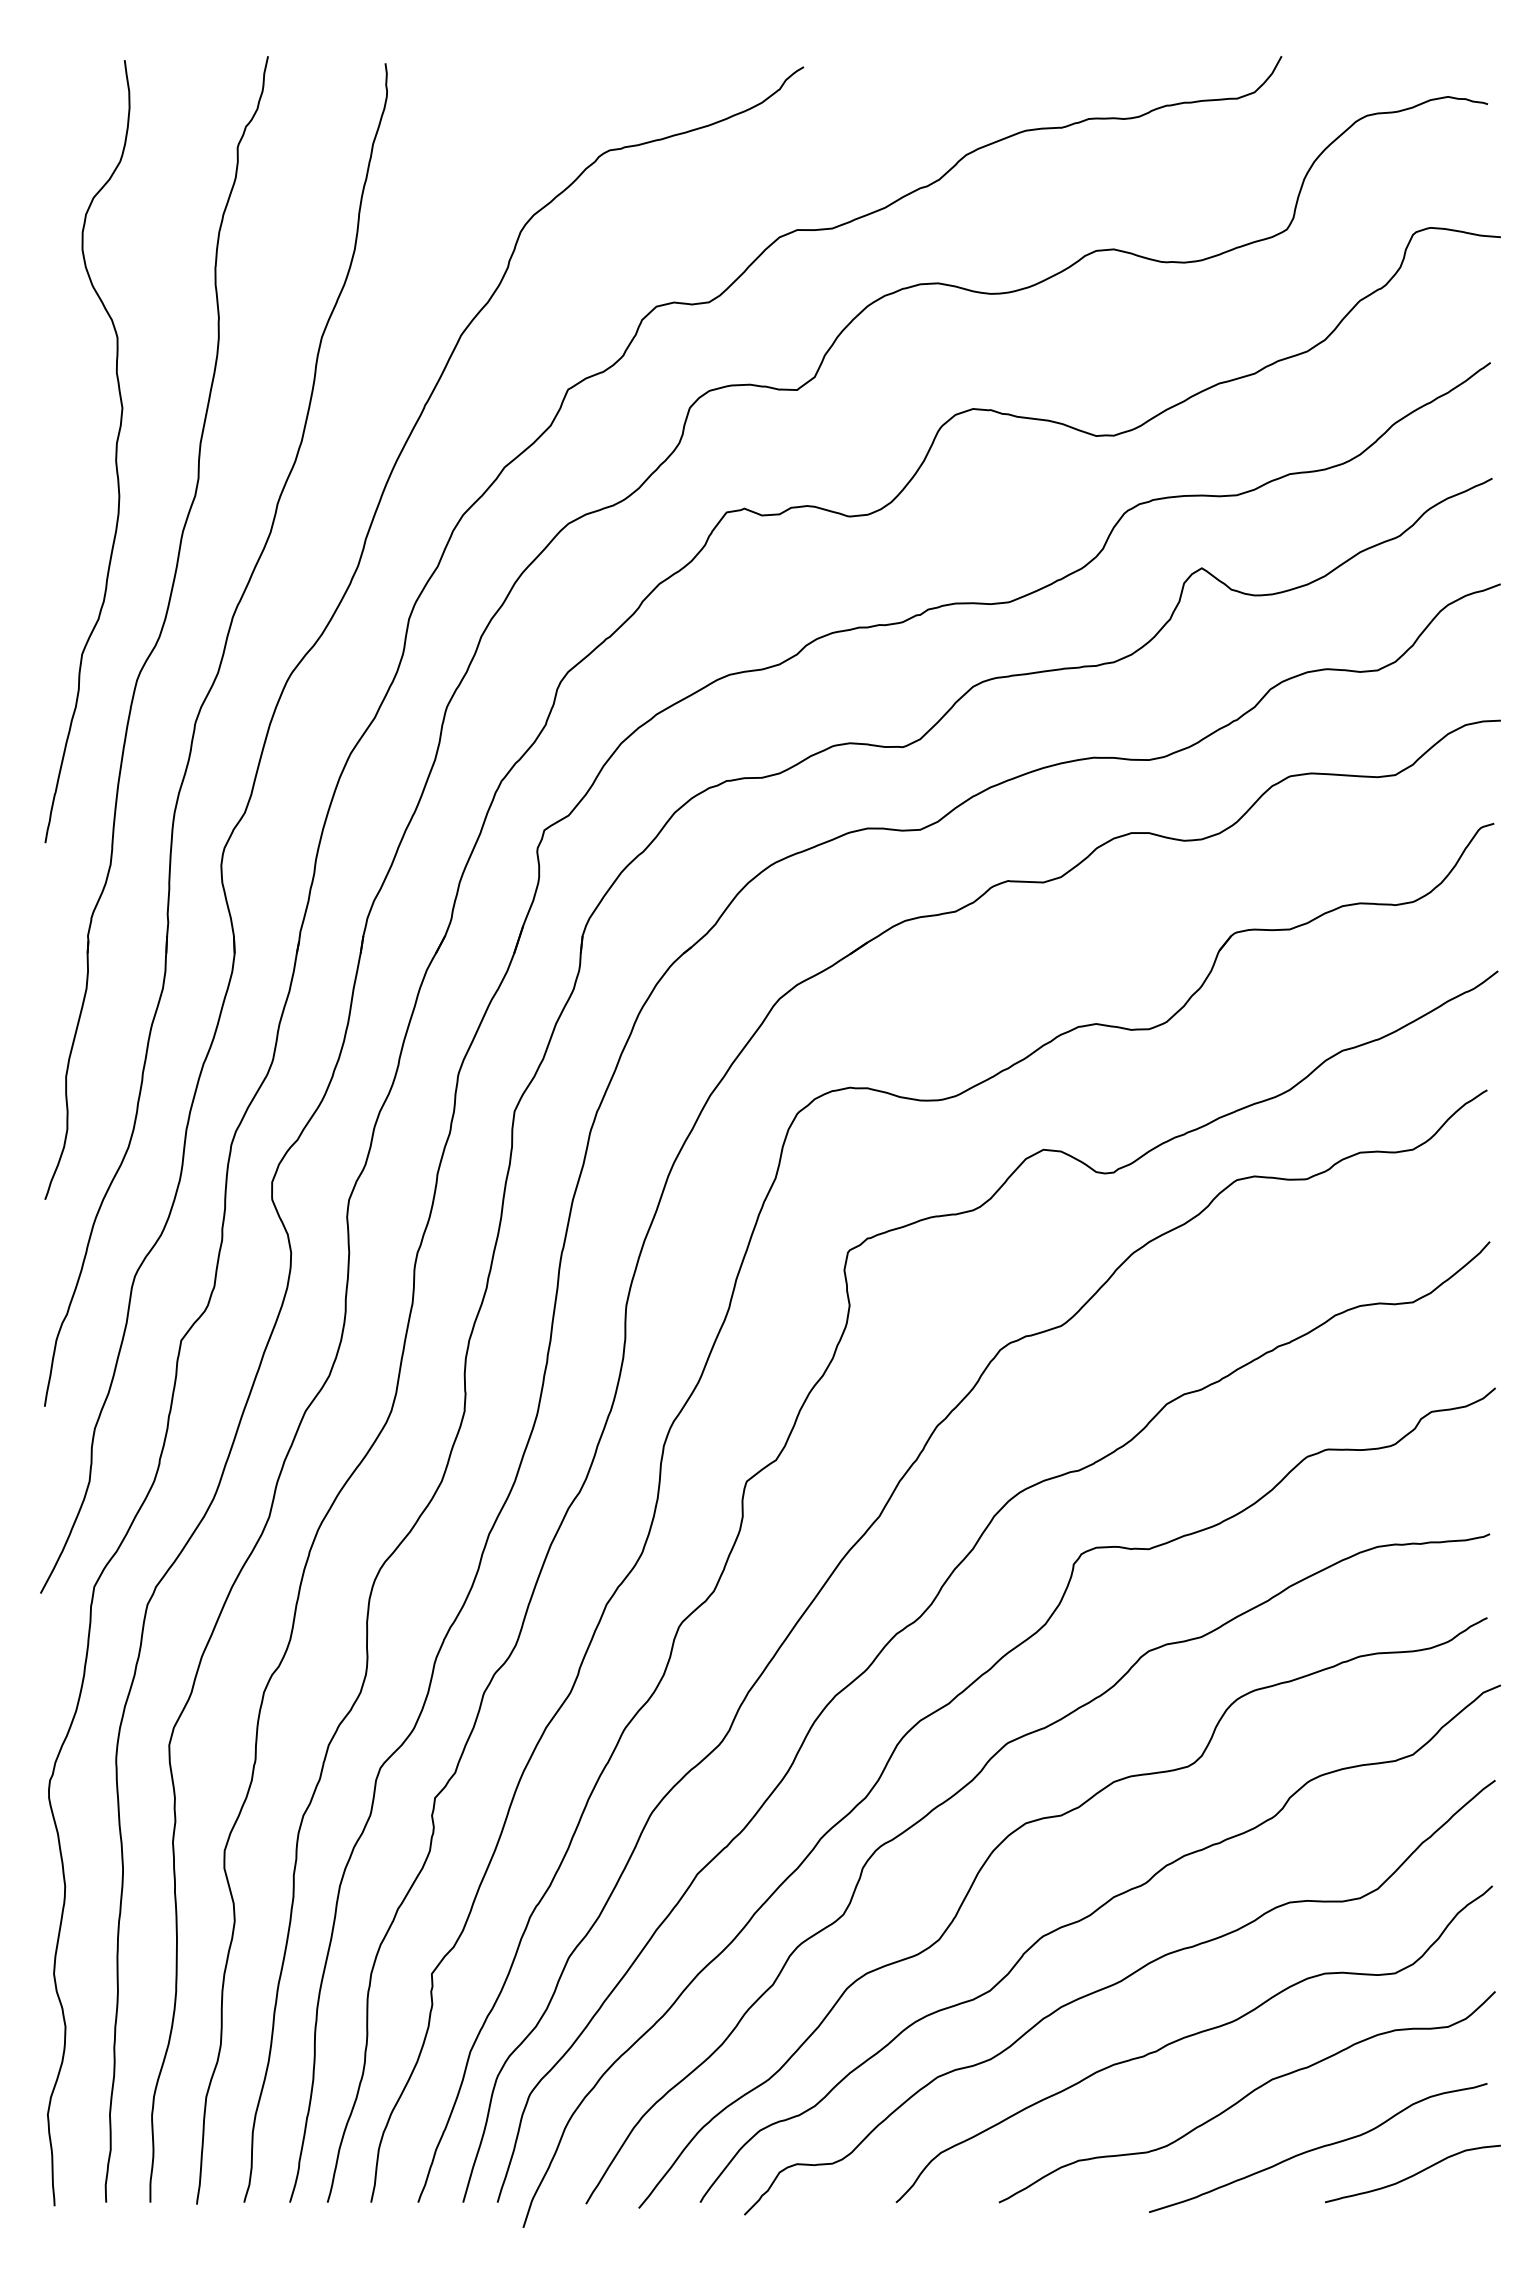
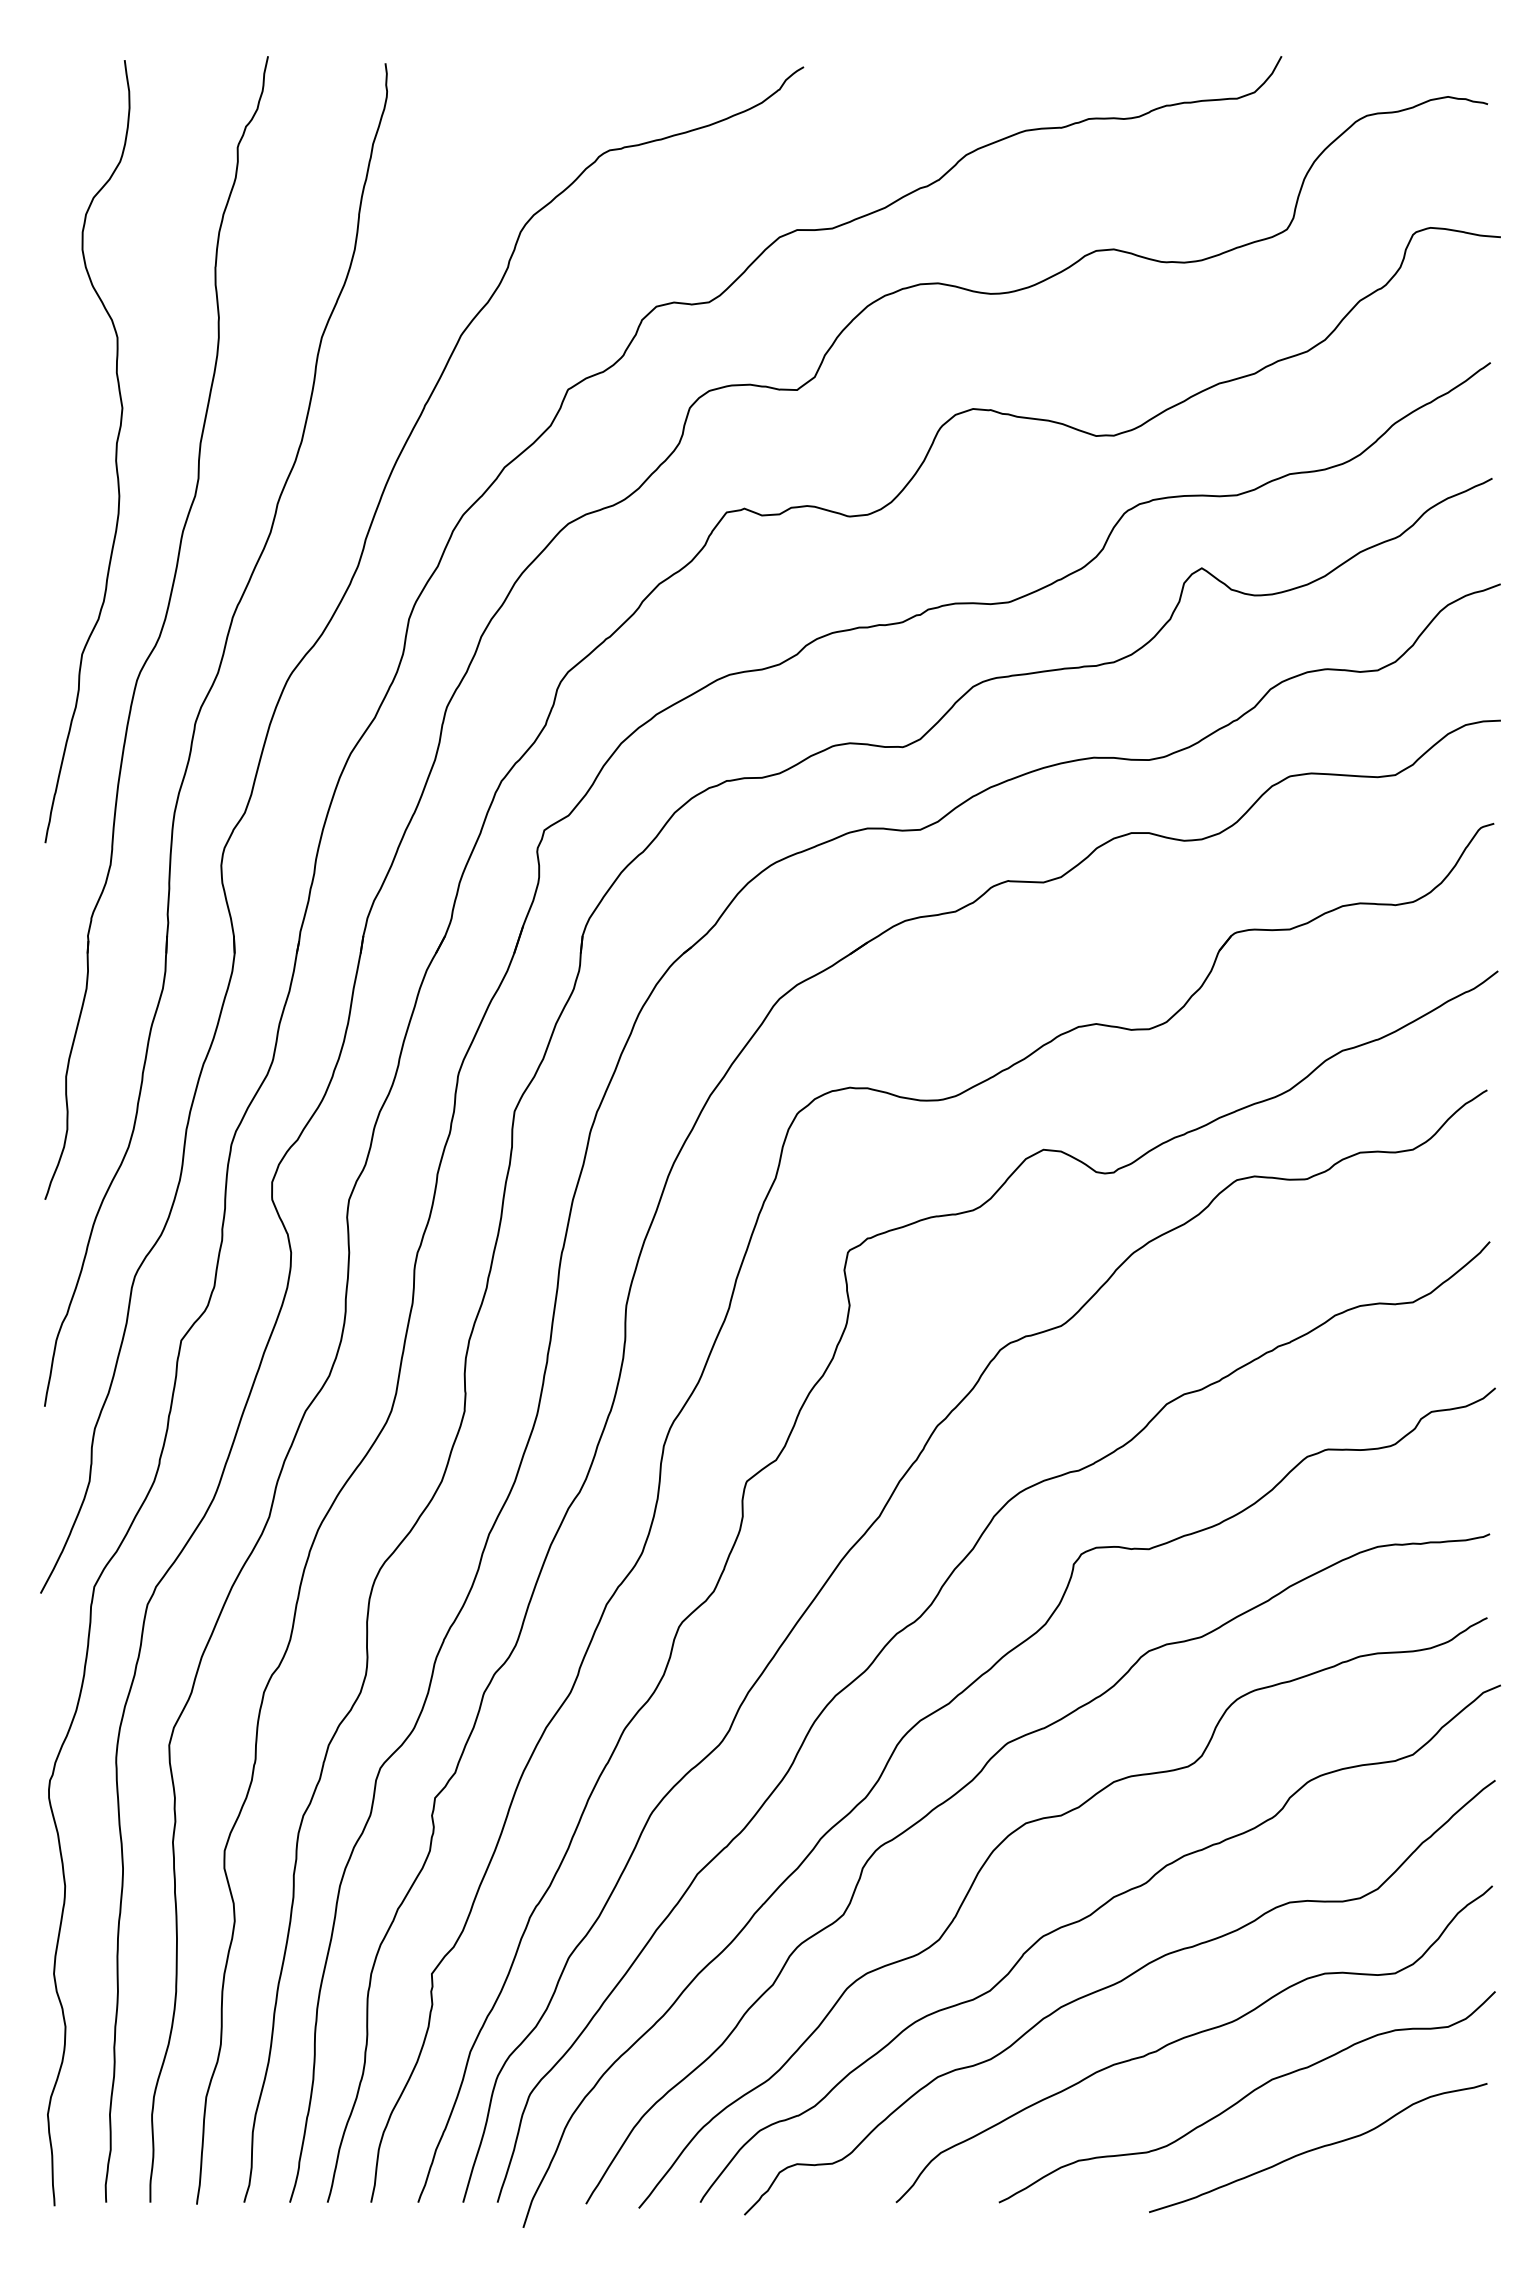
curve at (1413, 2174): present -> none
